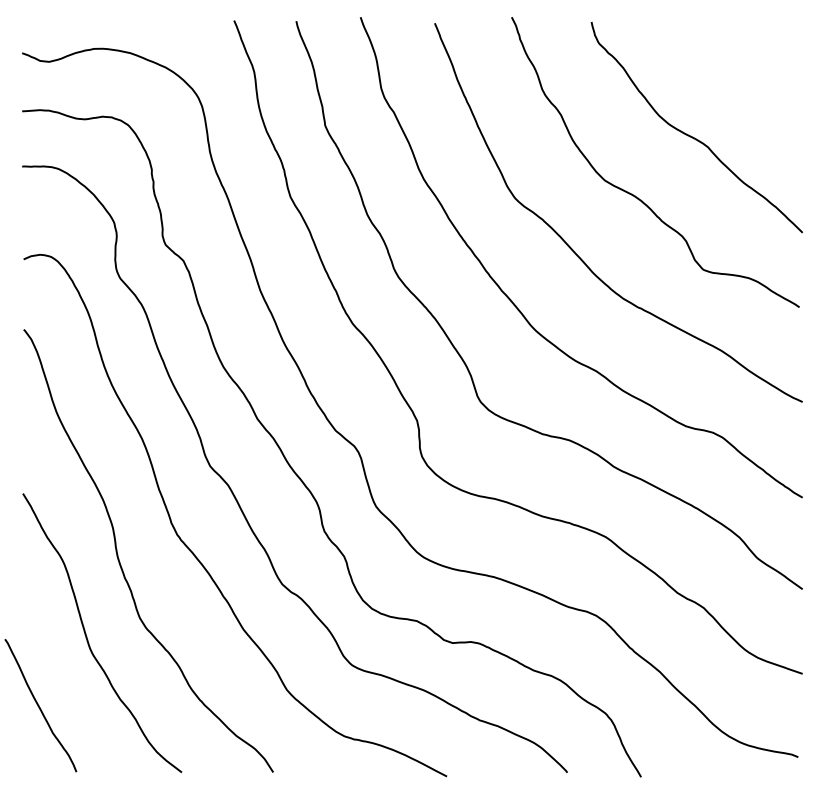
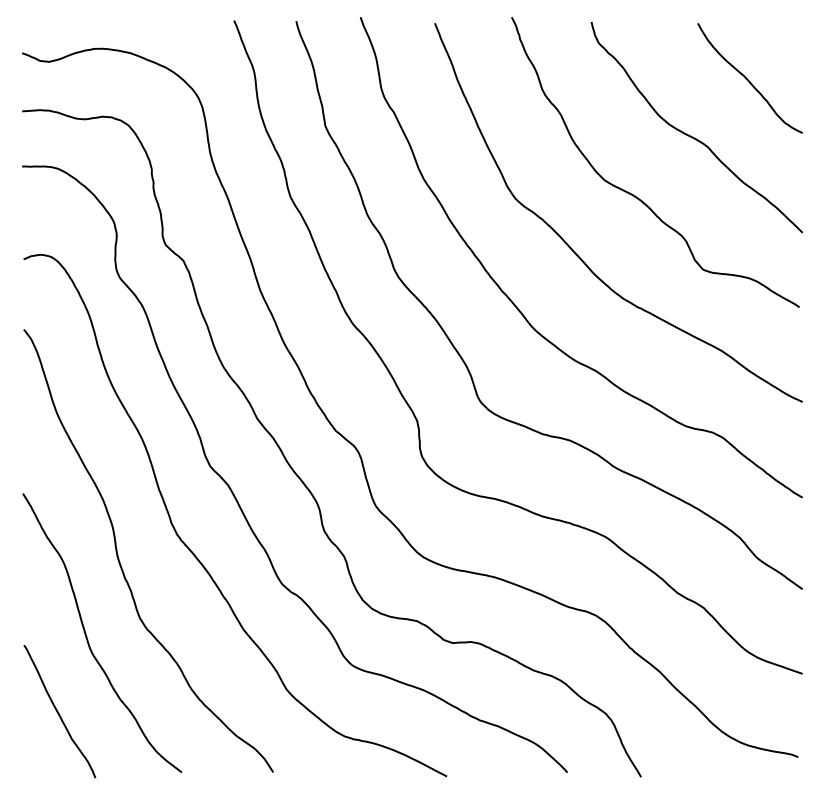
curve at (748, 79): none -> present
curve at (39, 705) position: (39, 705) -> (58, 711)
